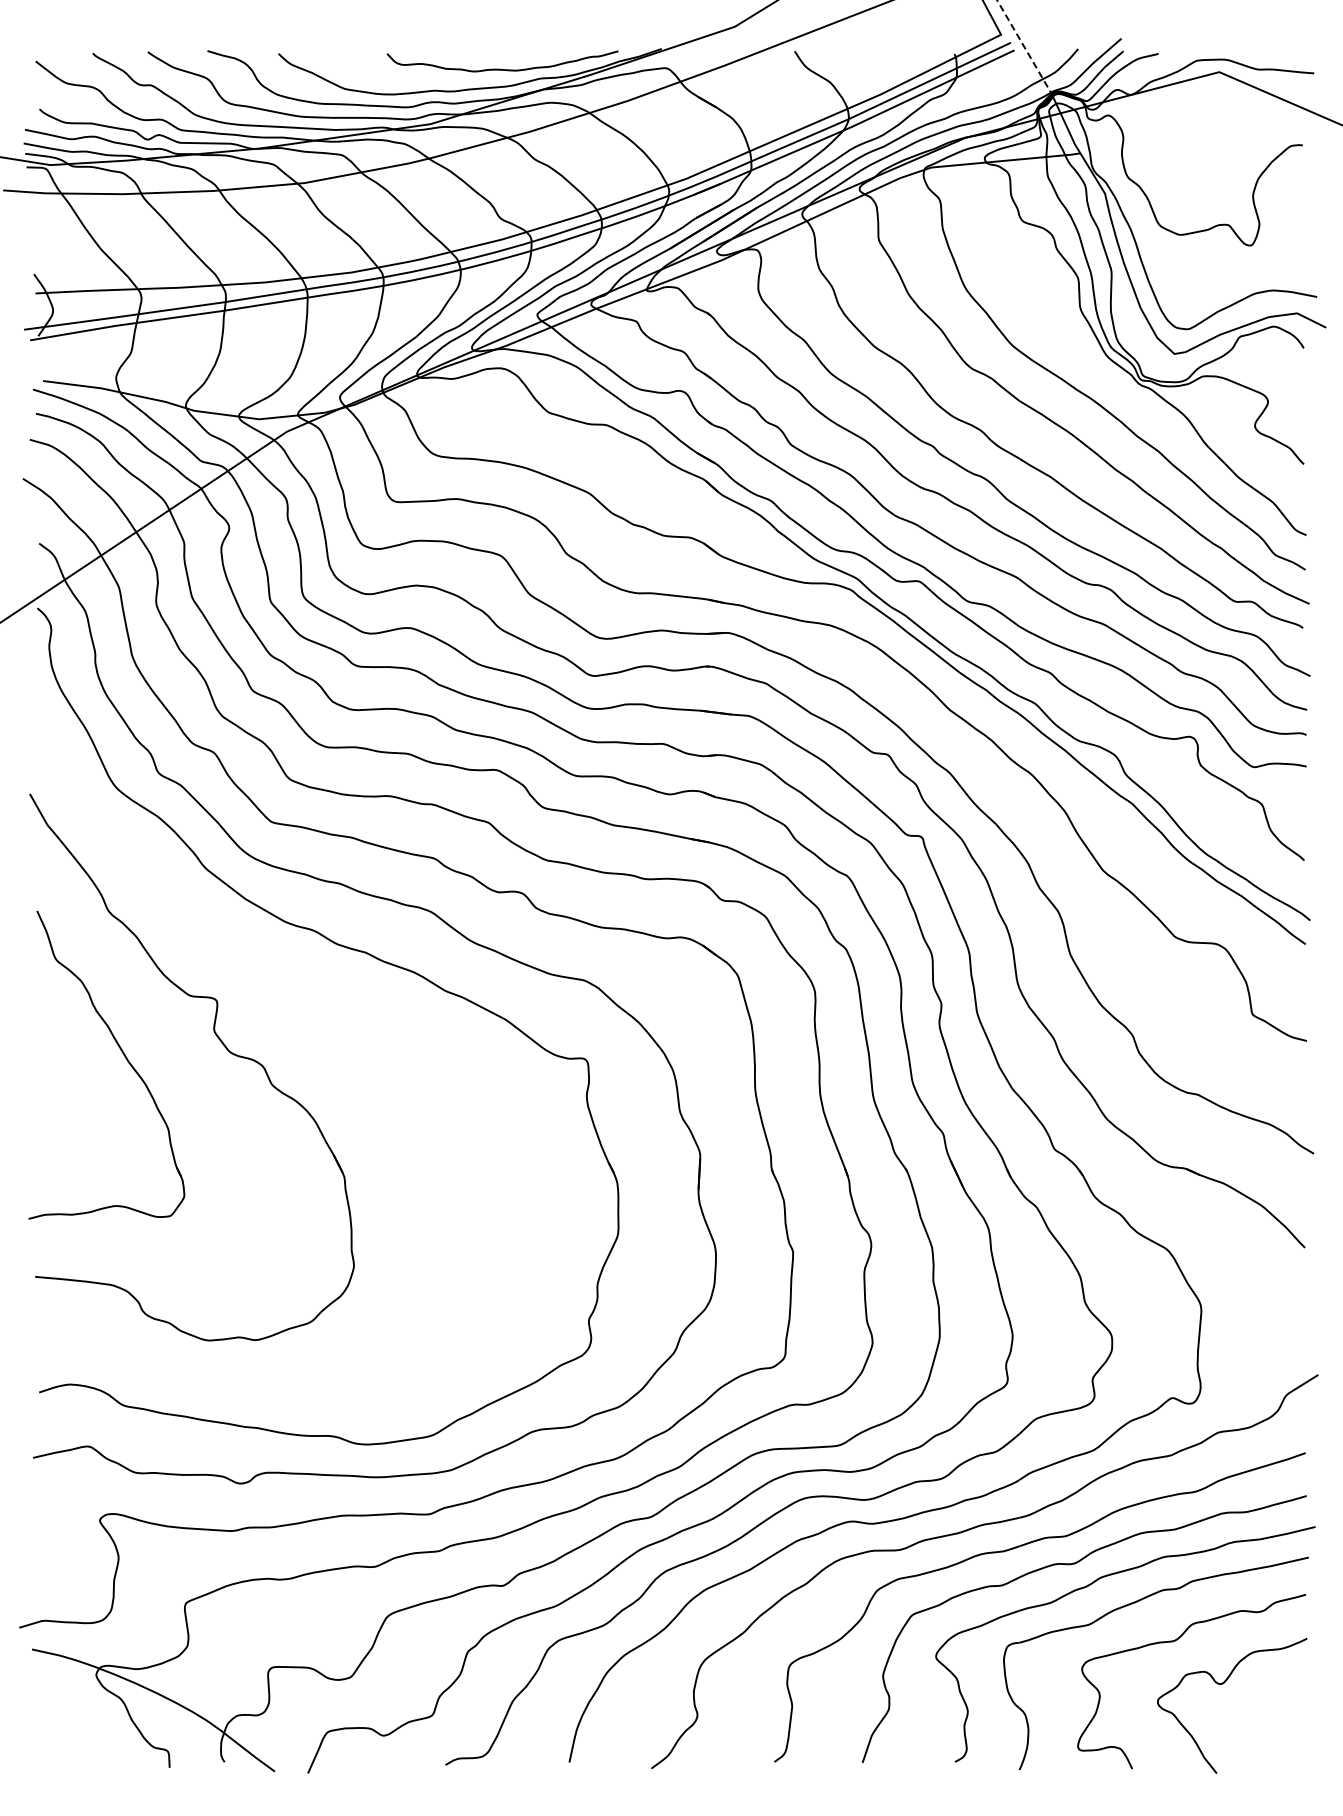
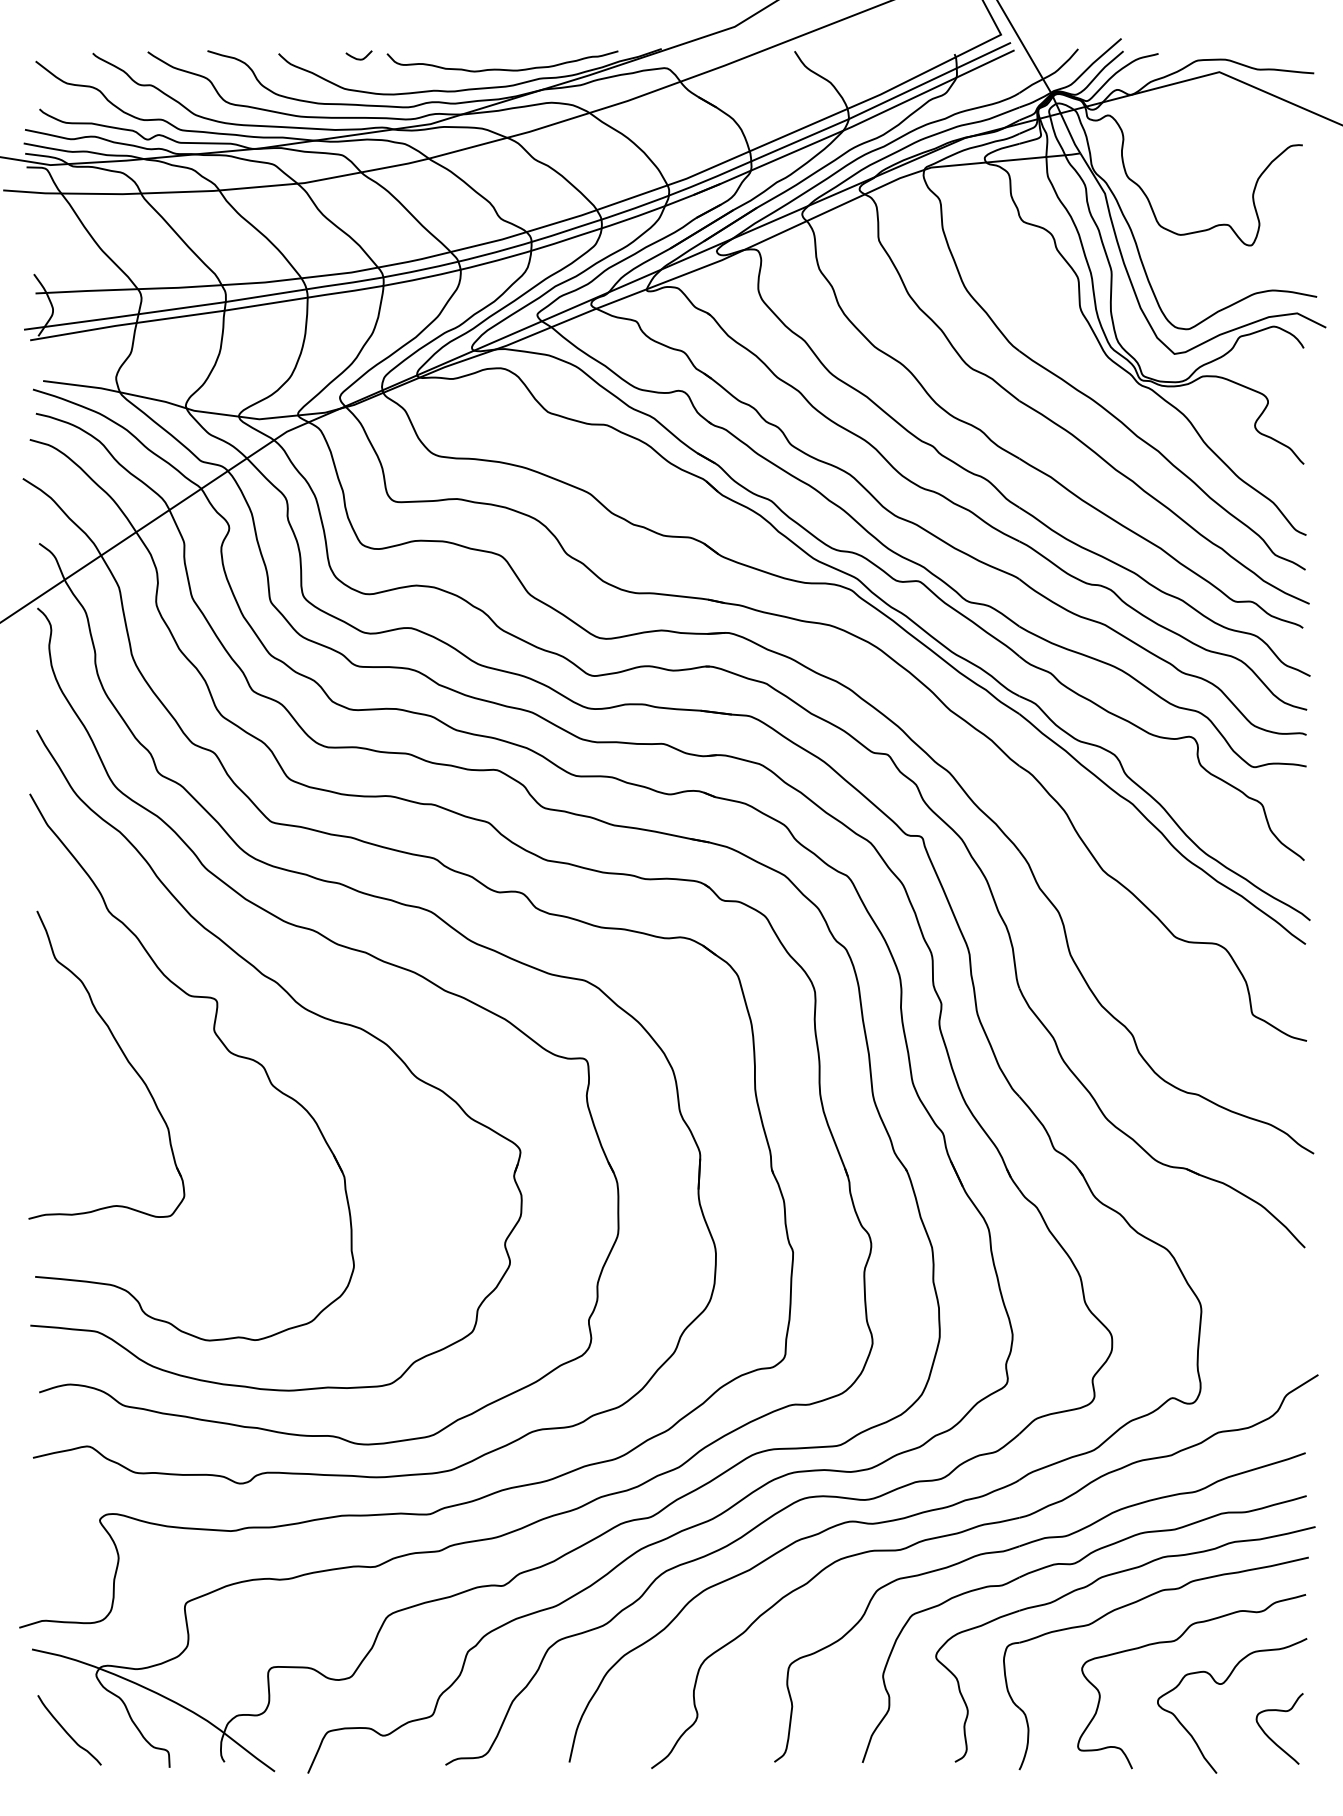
line at (1024, 47): dashed -> solid
curve at (358, 58): none -> present
part at (307, 1011): none -> present
curve at (67, 1731): none -> present
curve at (1270, 1737): none -> present
